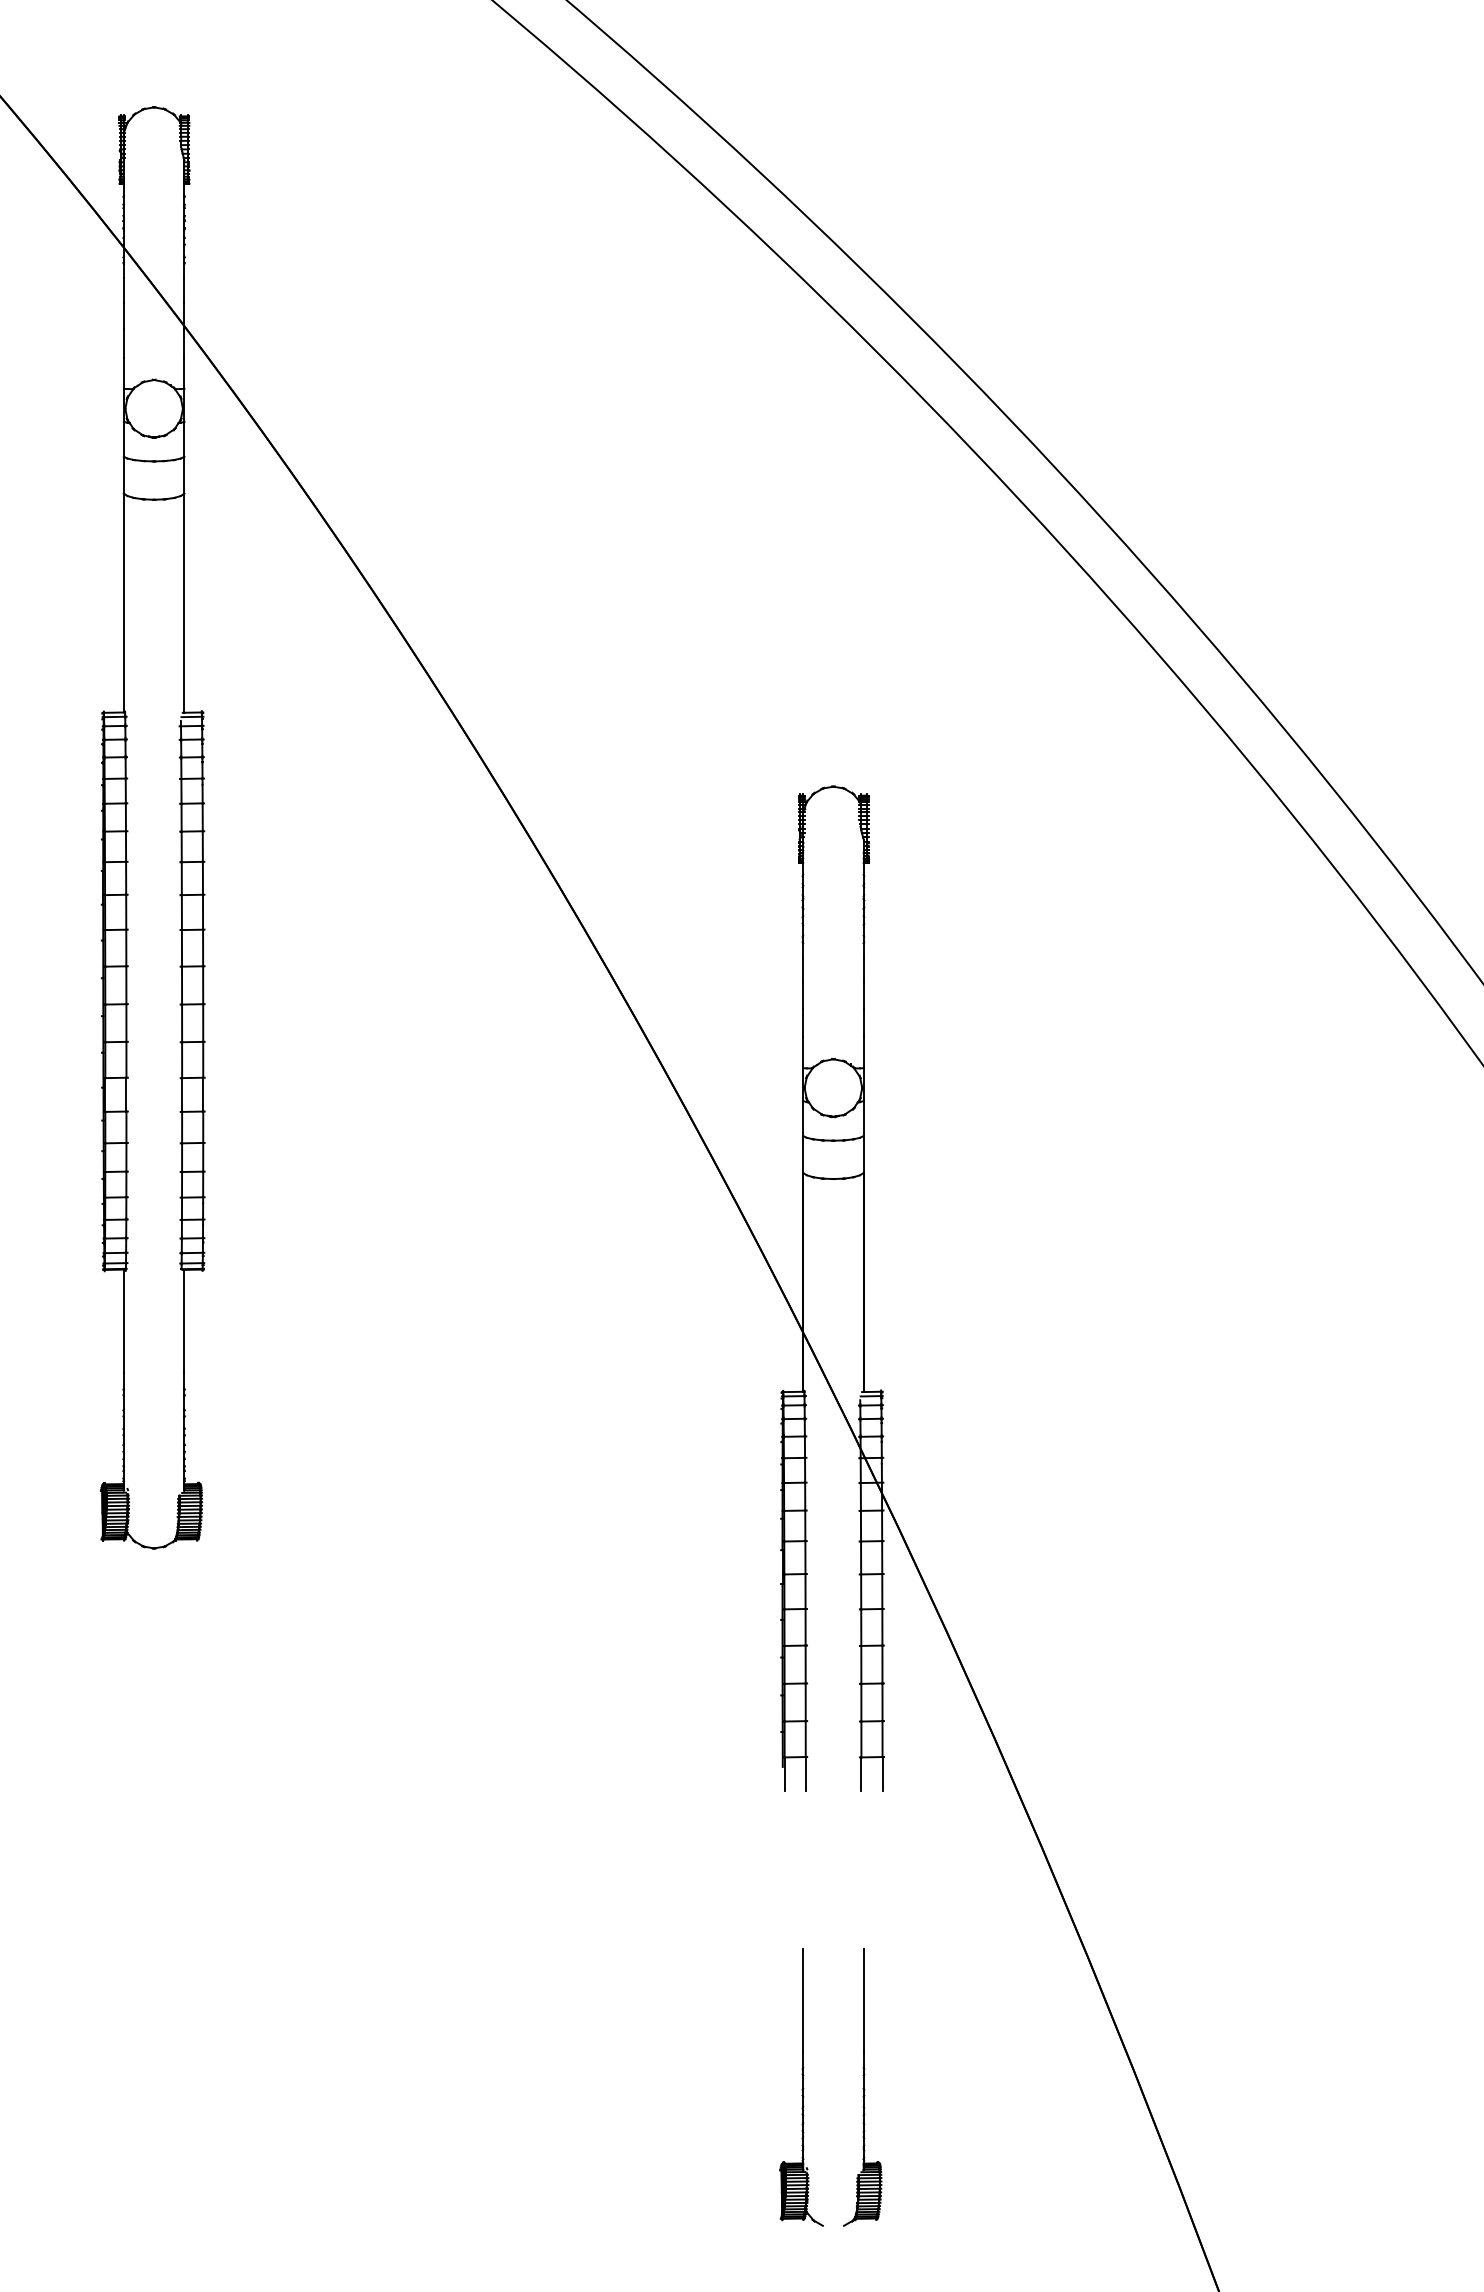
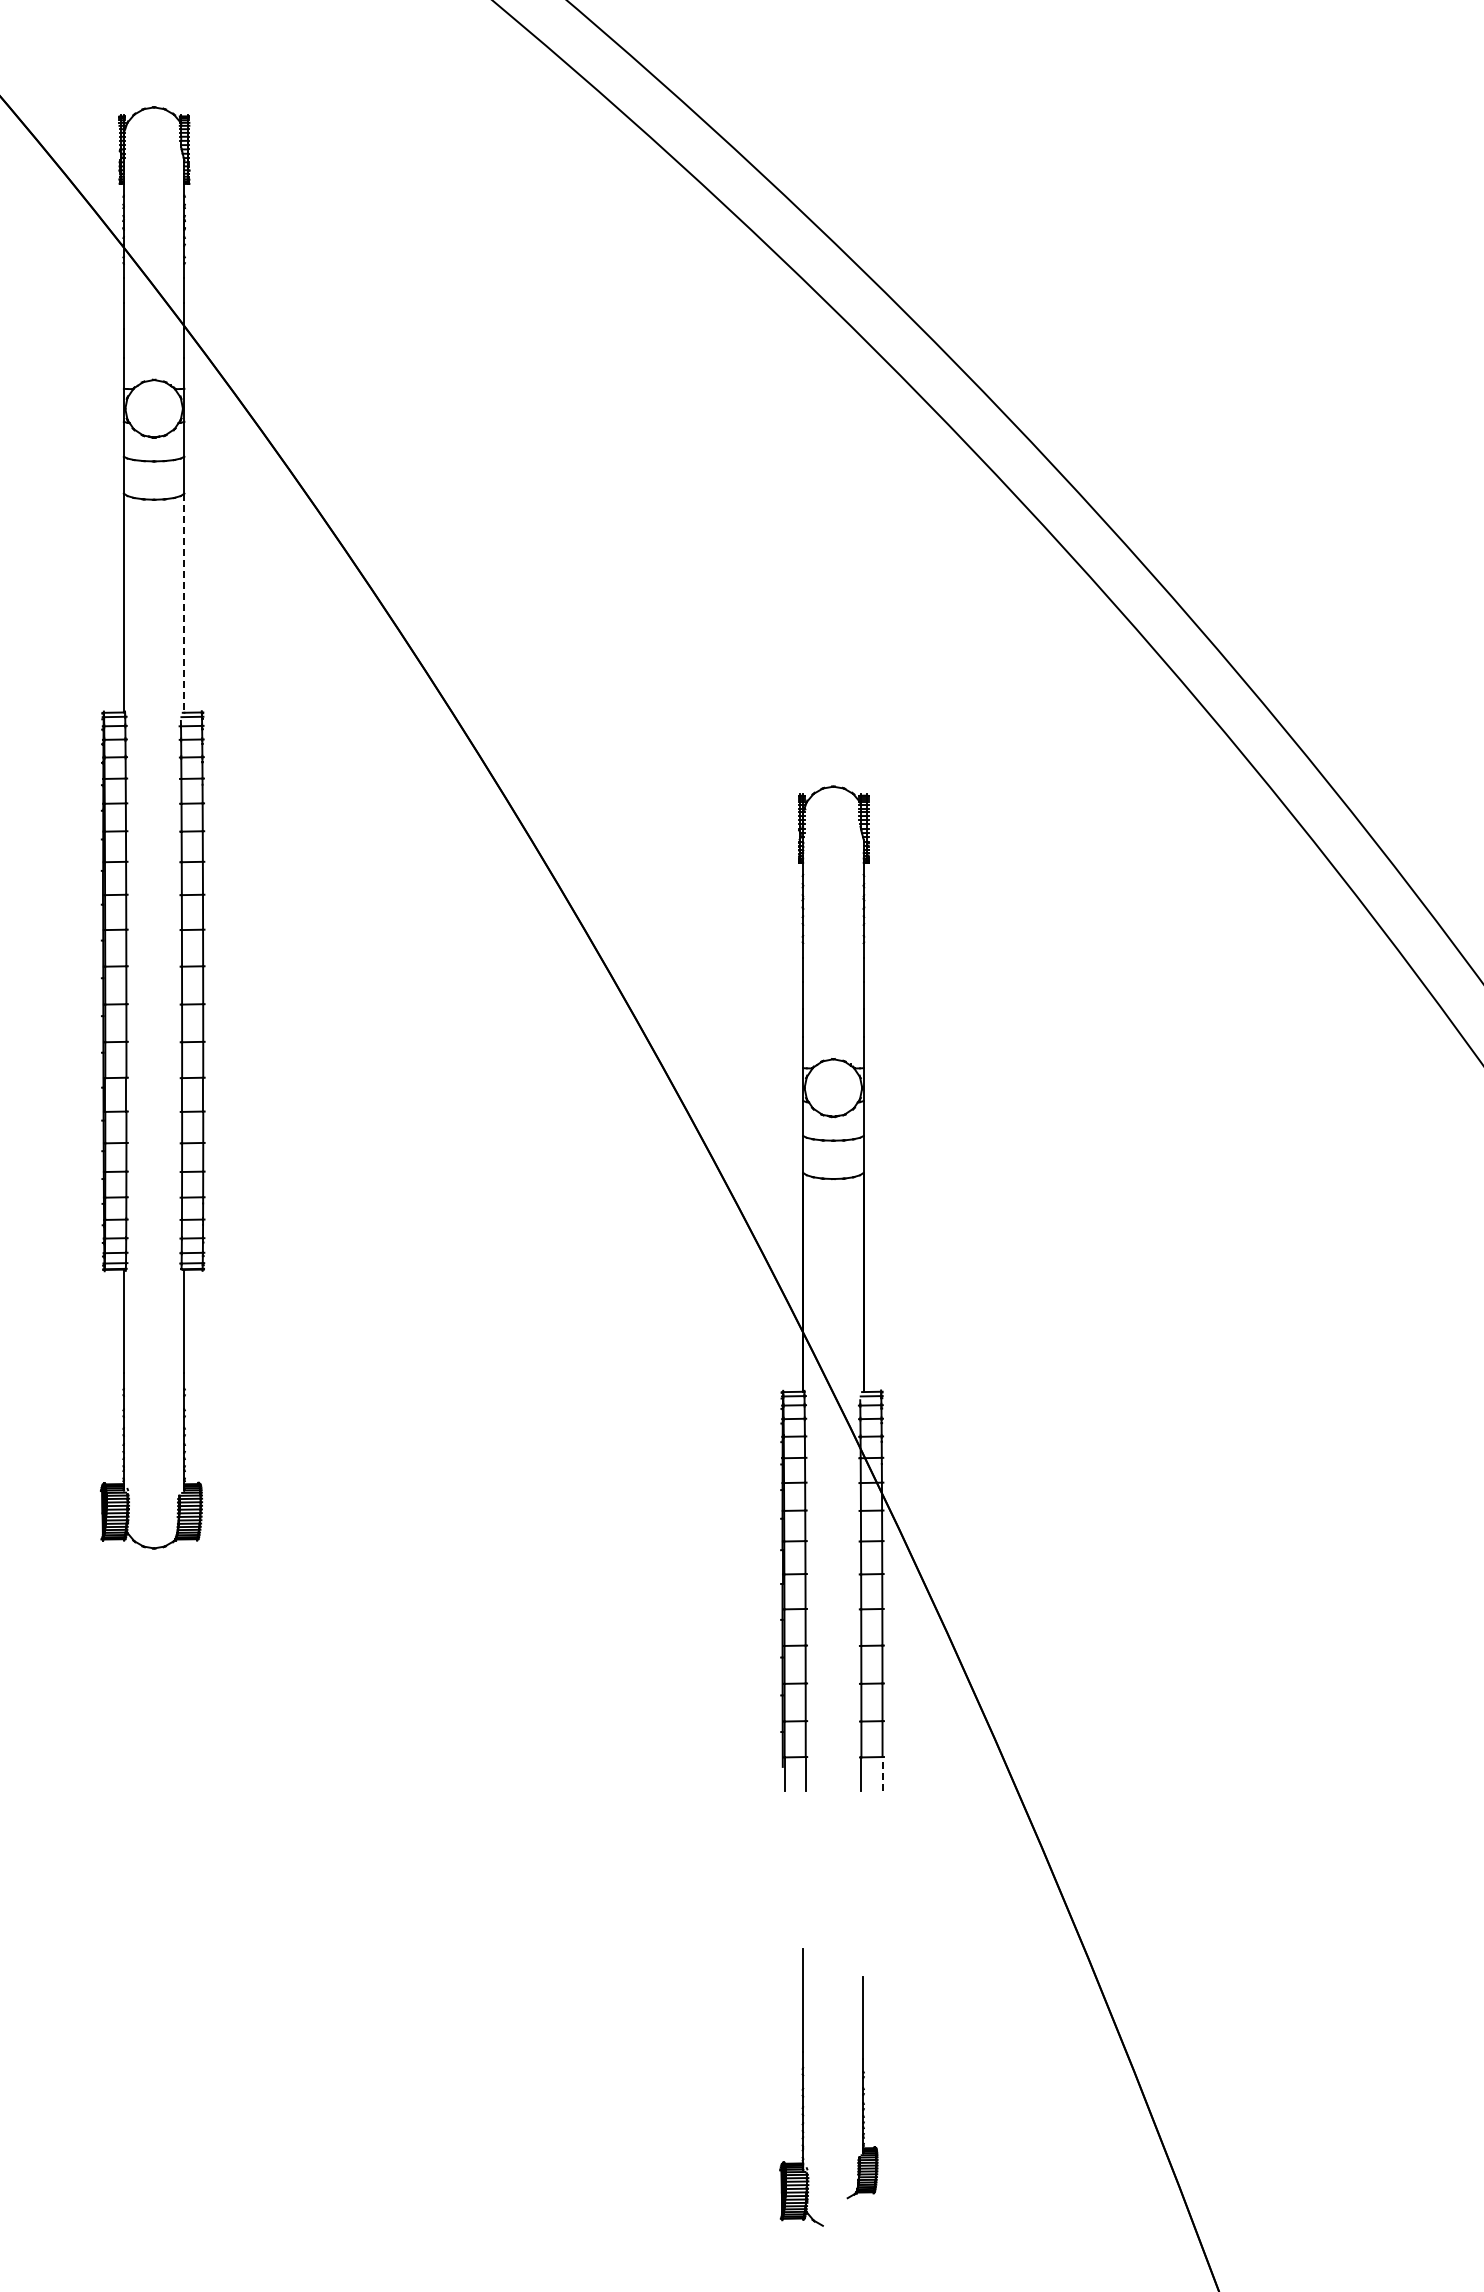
line at (184, 603): solid -> dashed
line at (882, 1773): solid -> dashed
part at (862, 2087) size: 41x279 px -> 33x224 px
